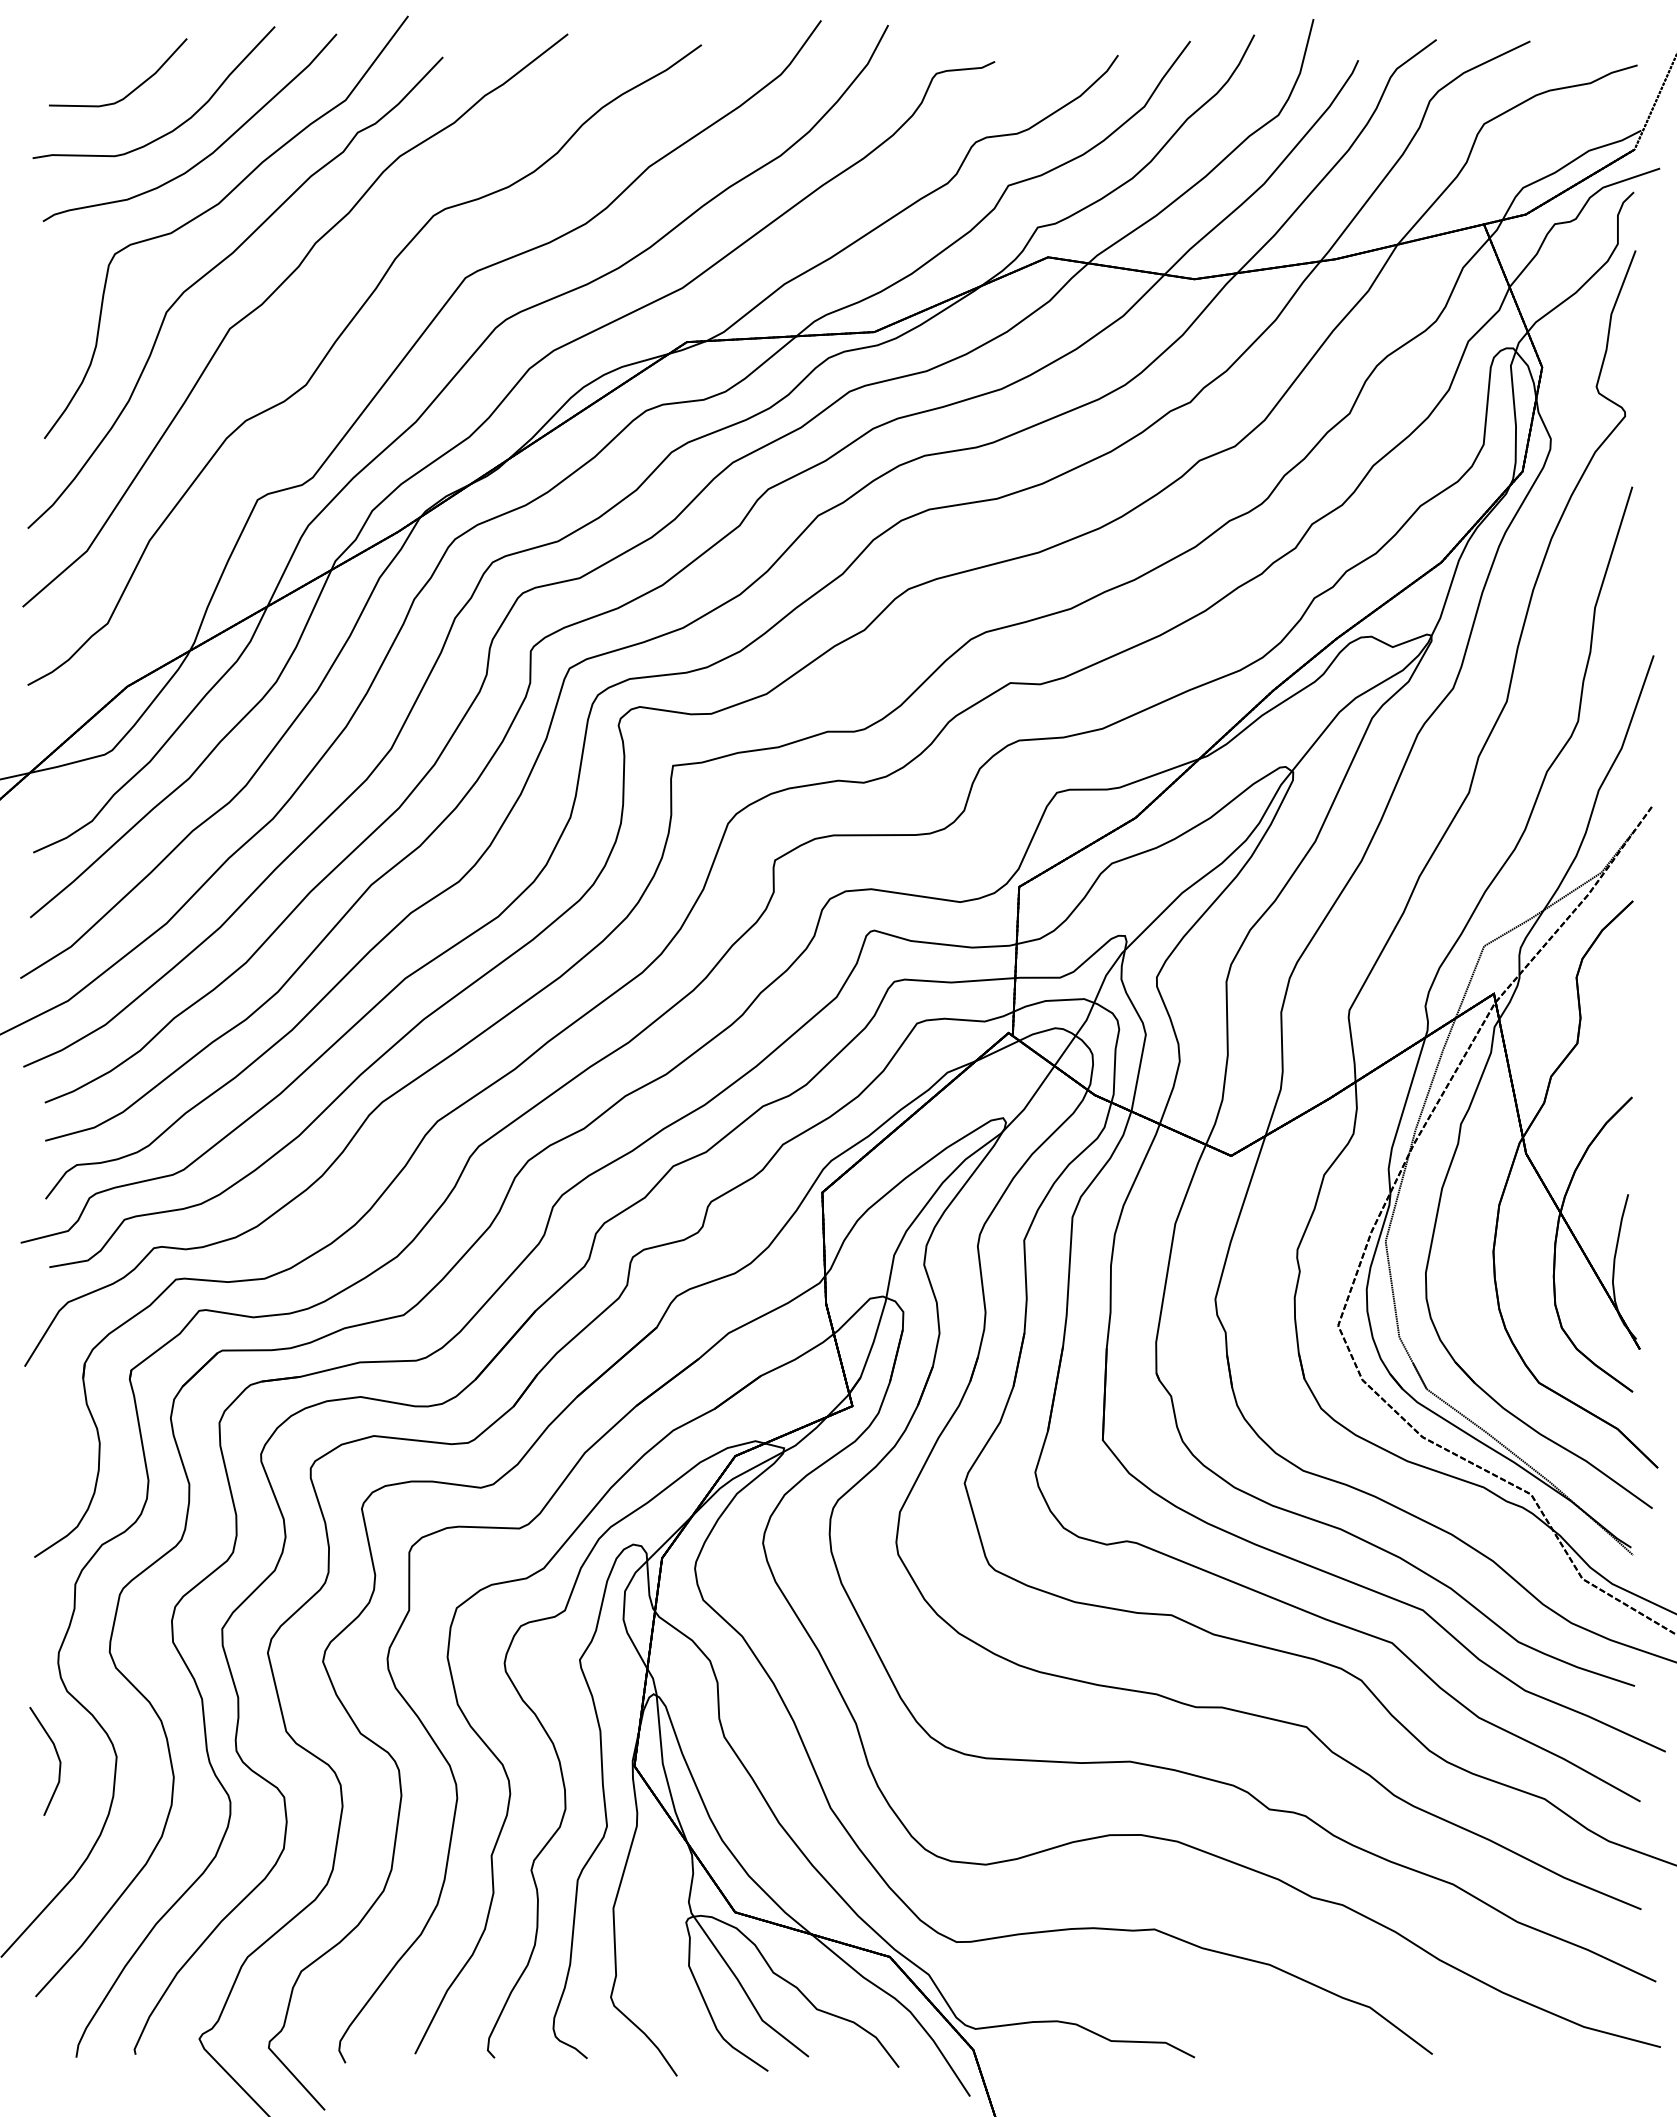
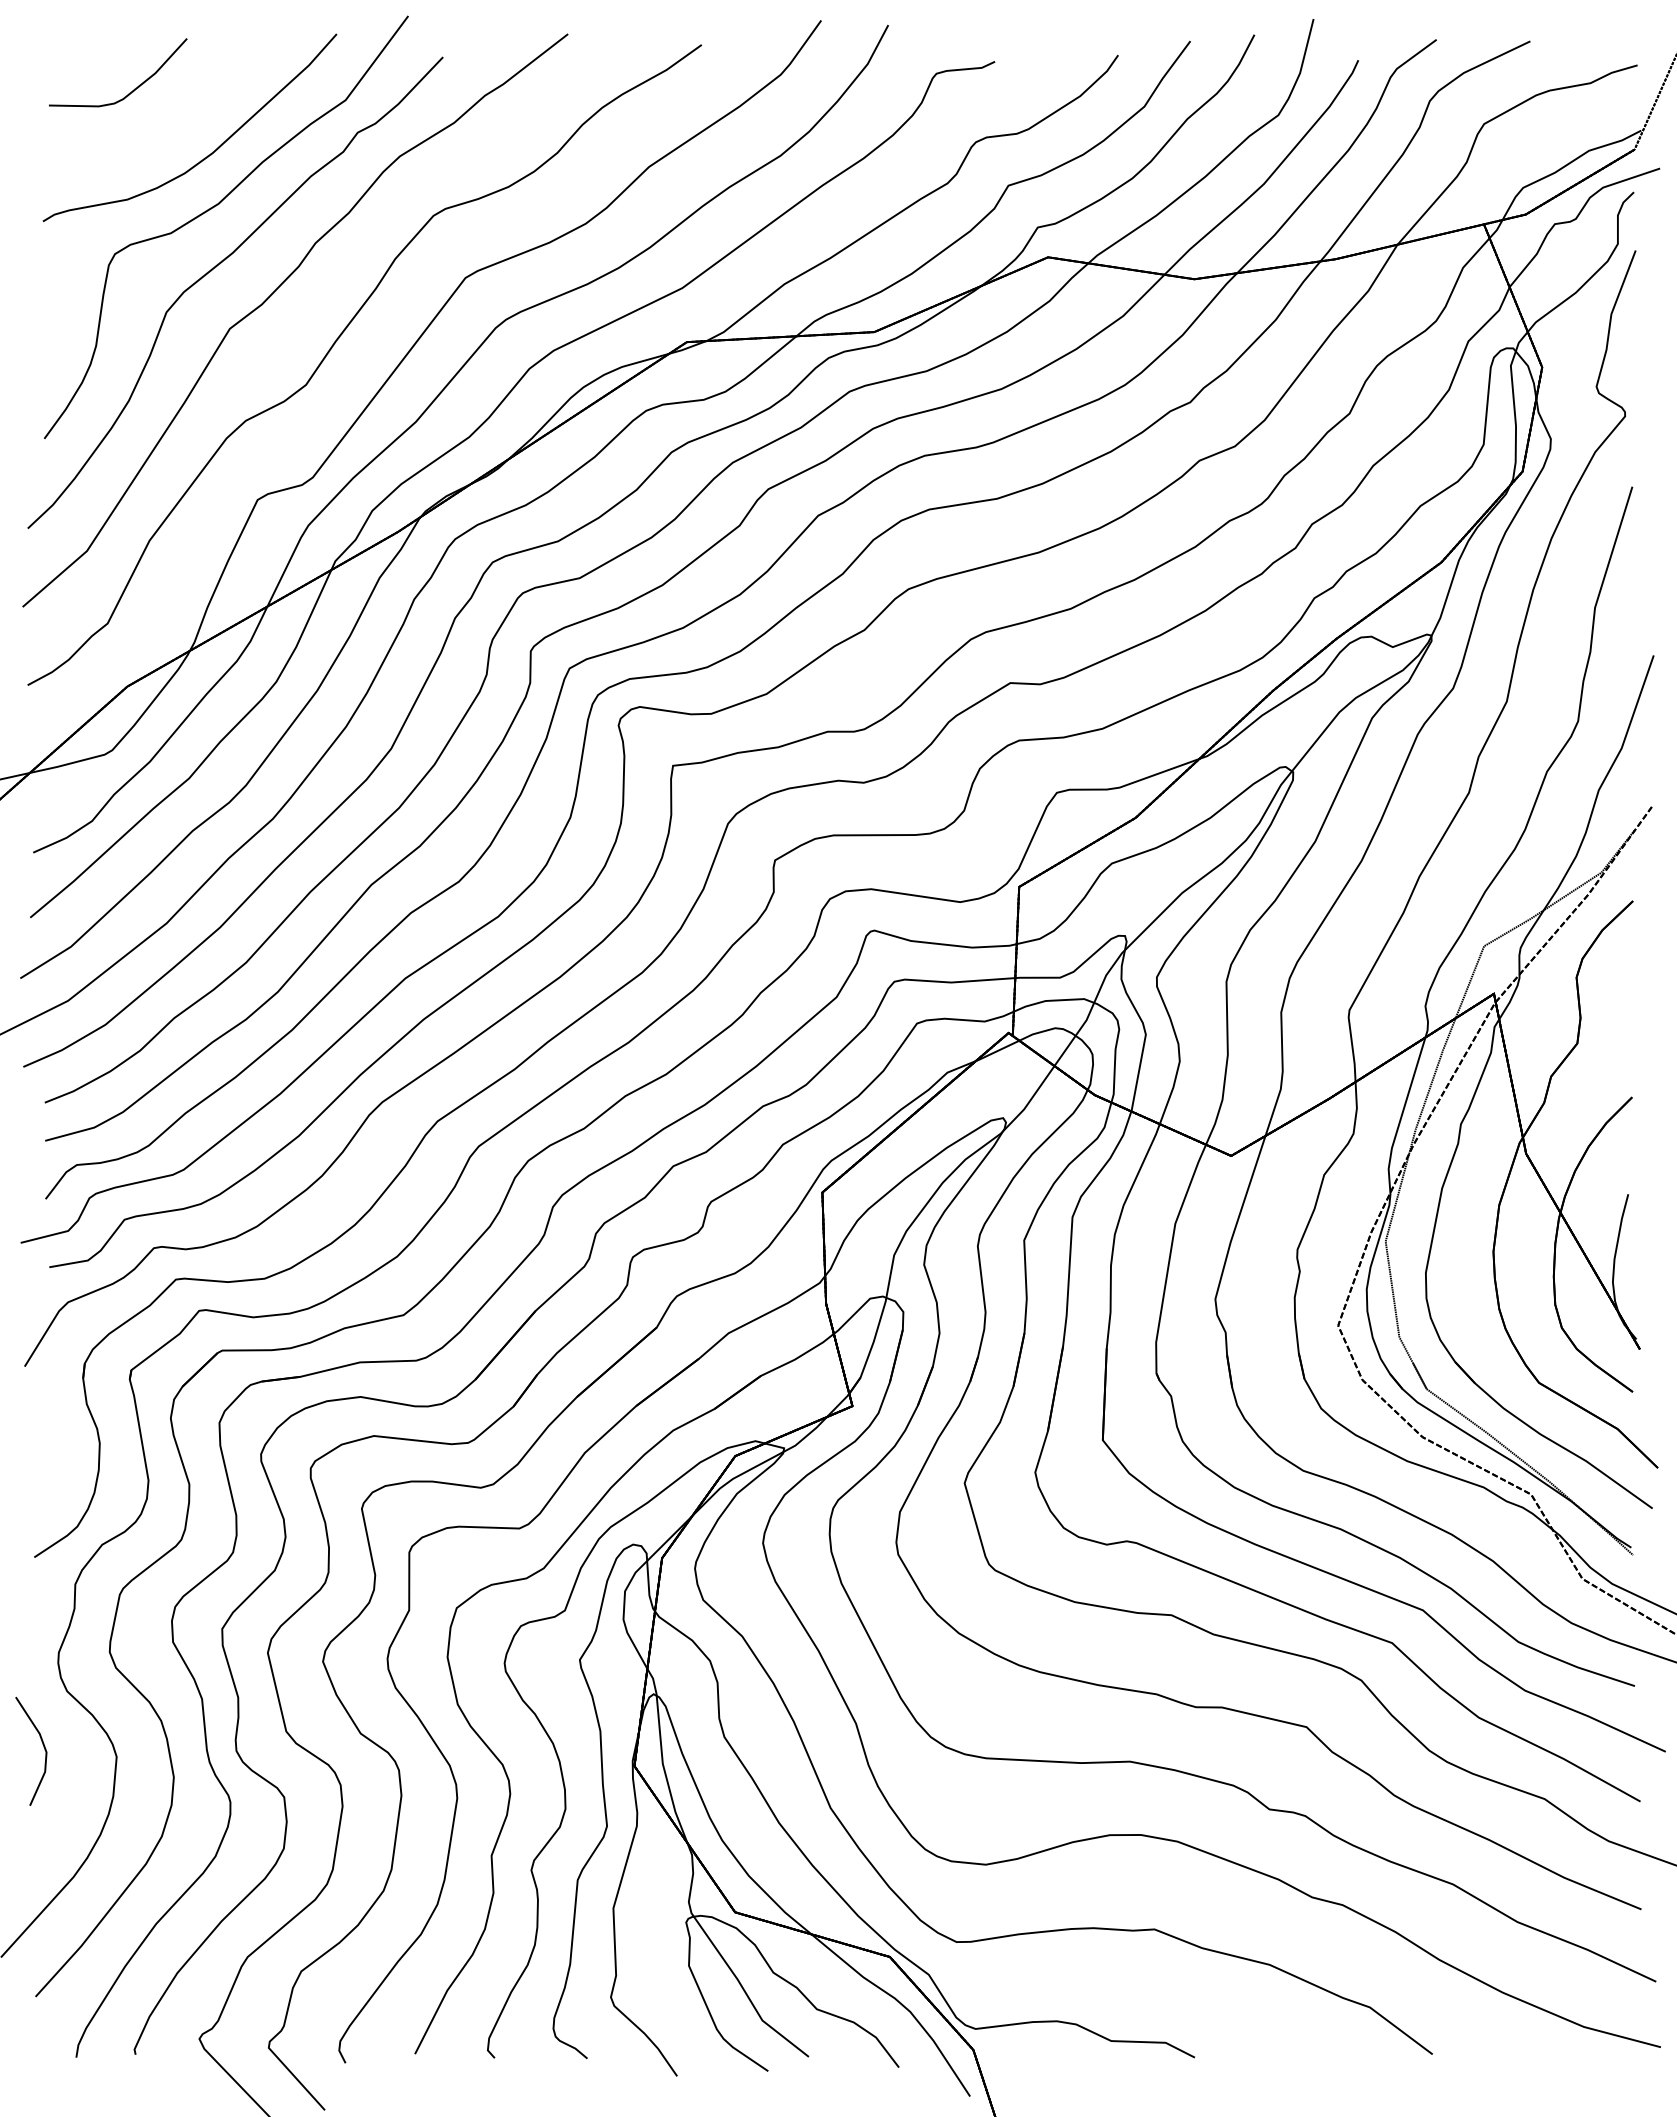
curve at (175, 127): present -> none
line at (57, 1757) position: (57, 1757) -> (43, 1747)
